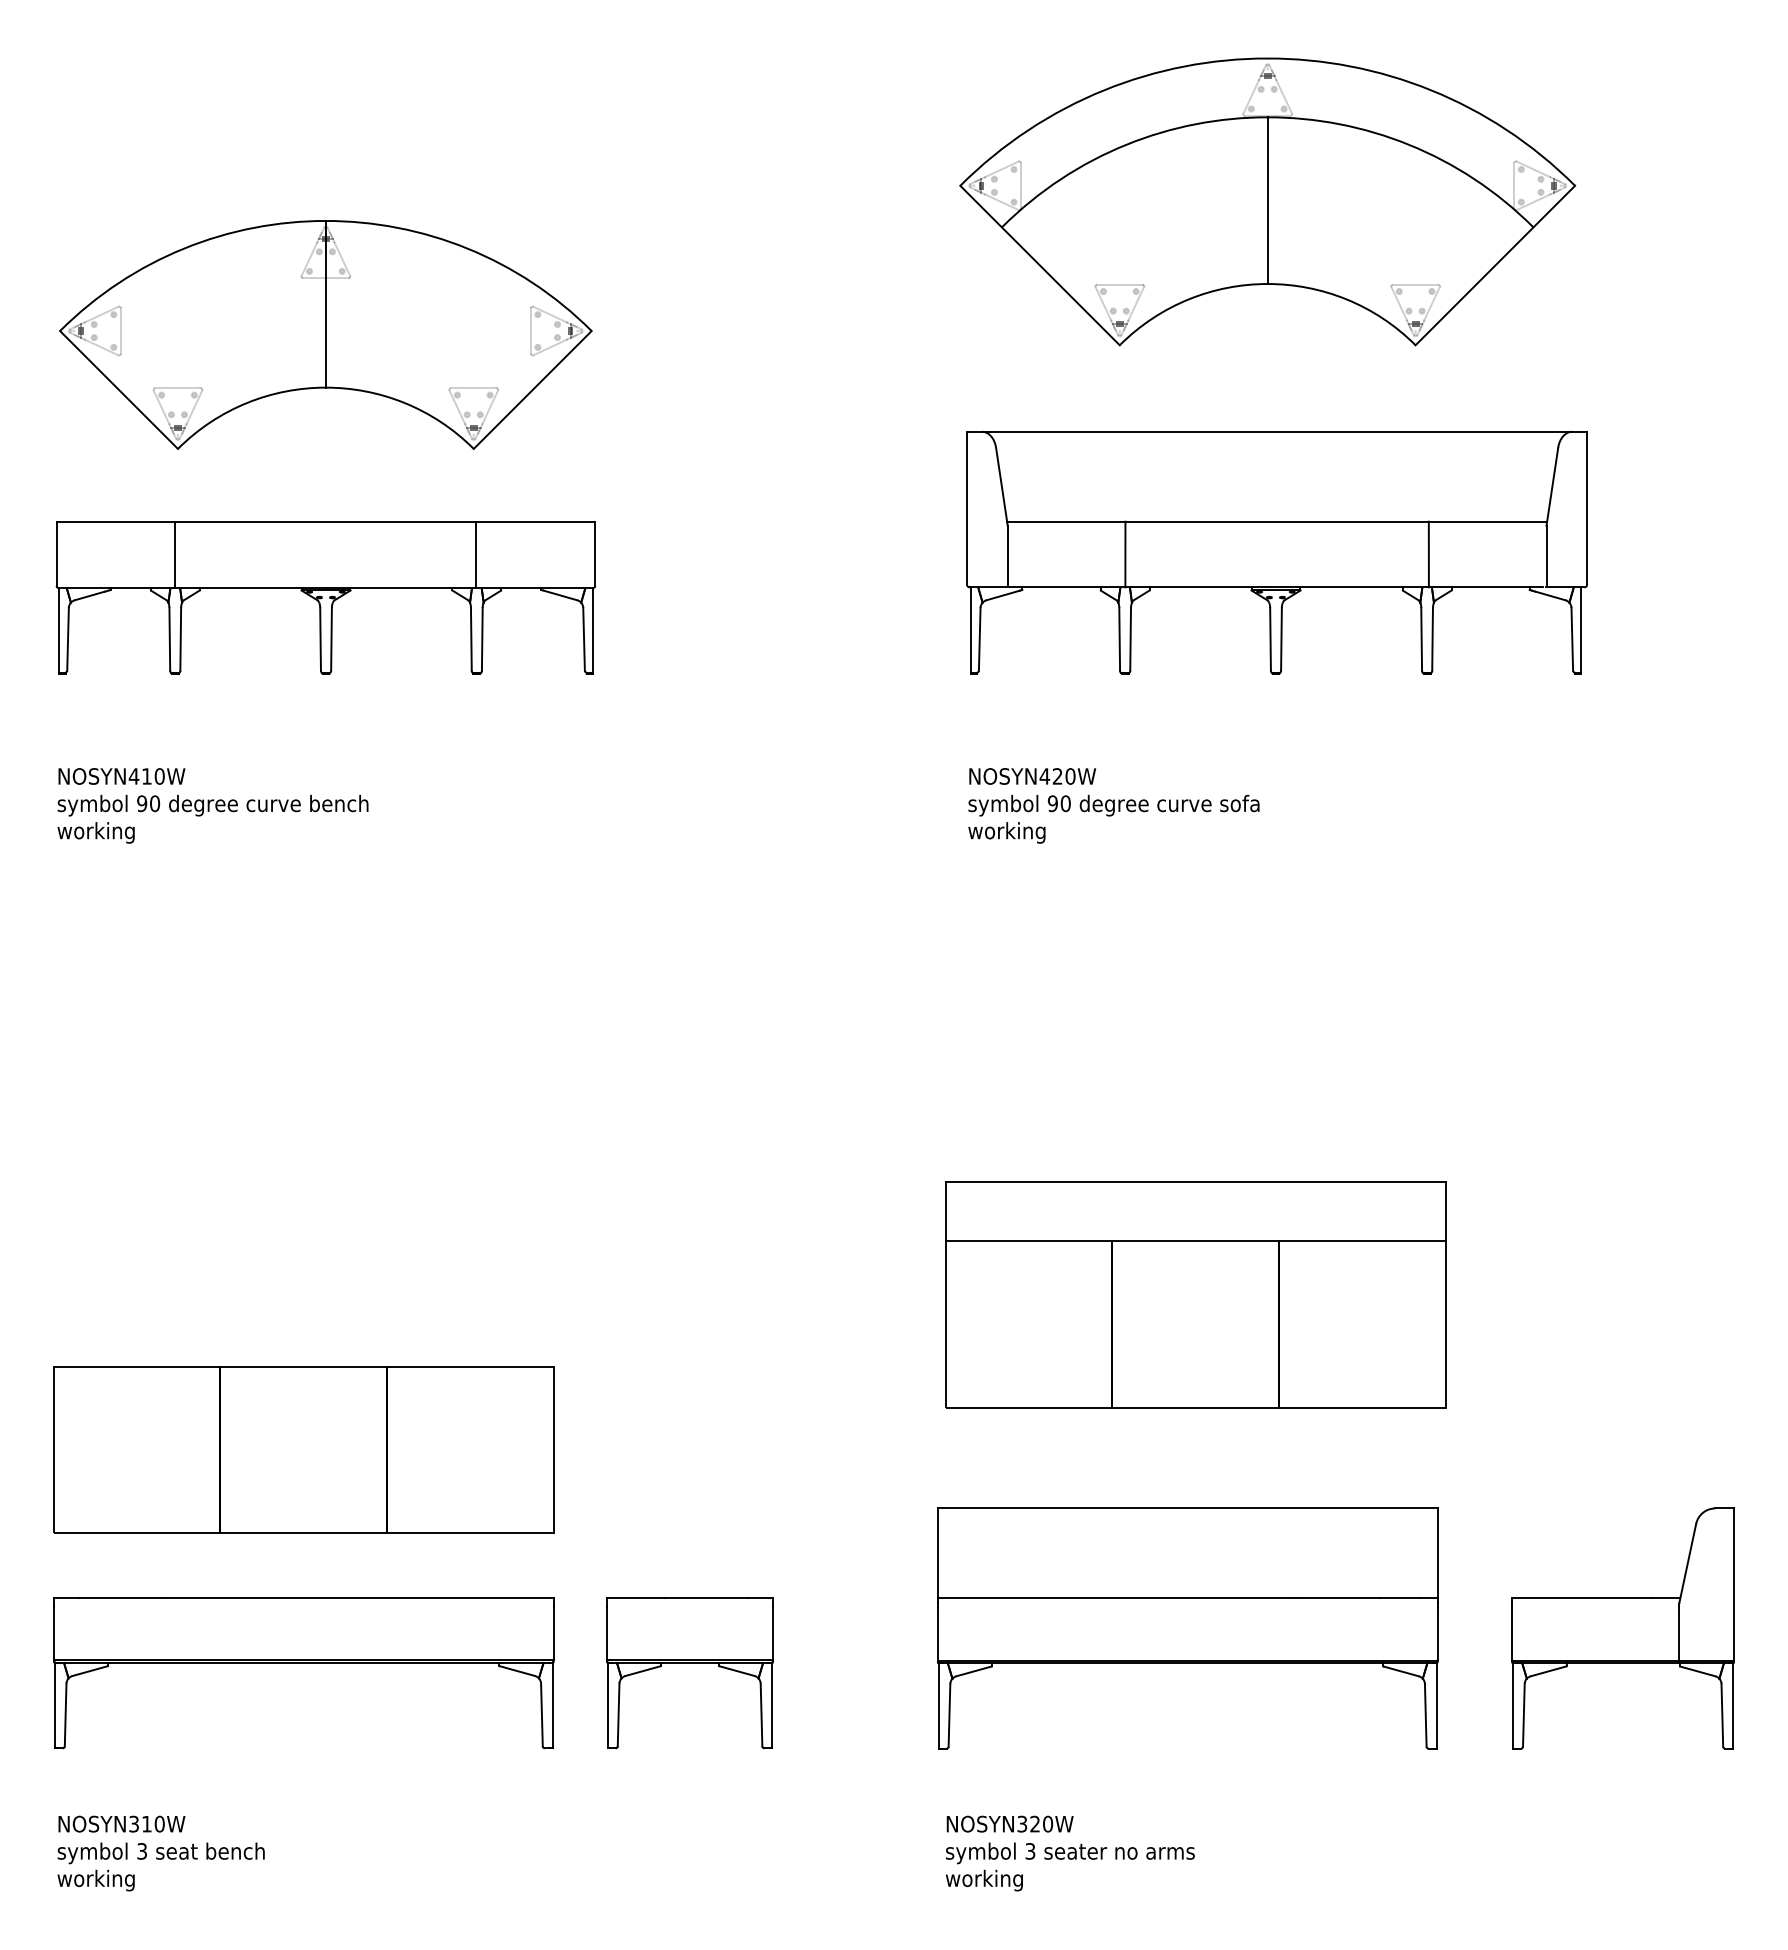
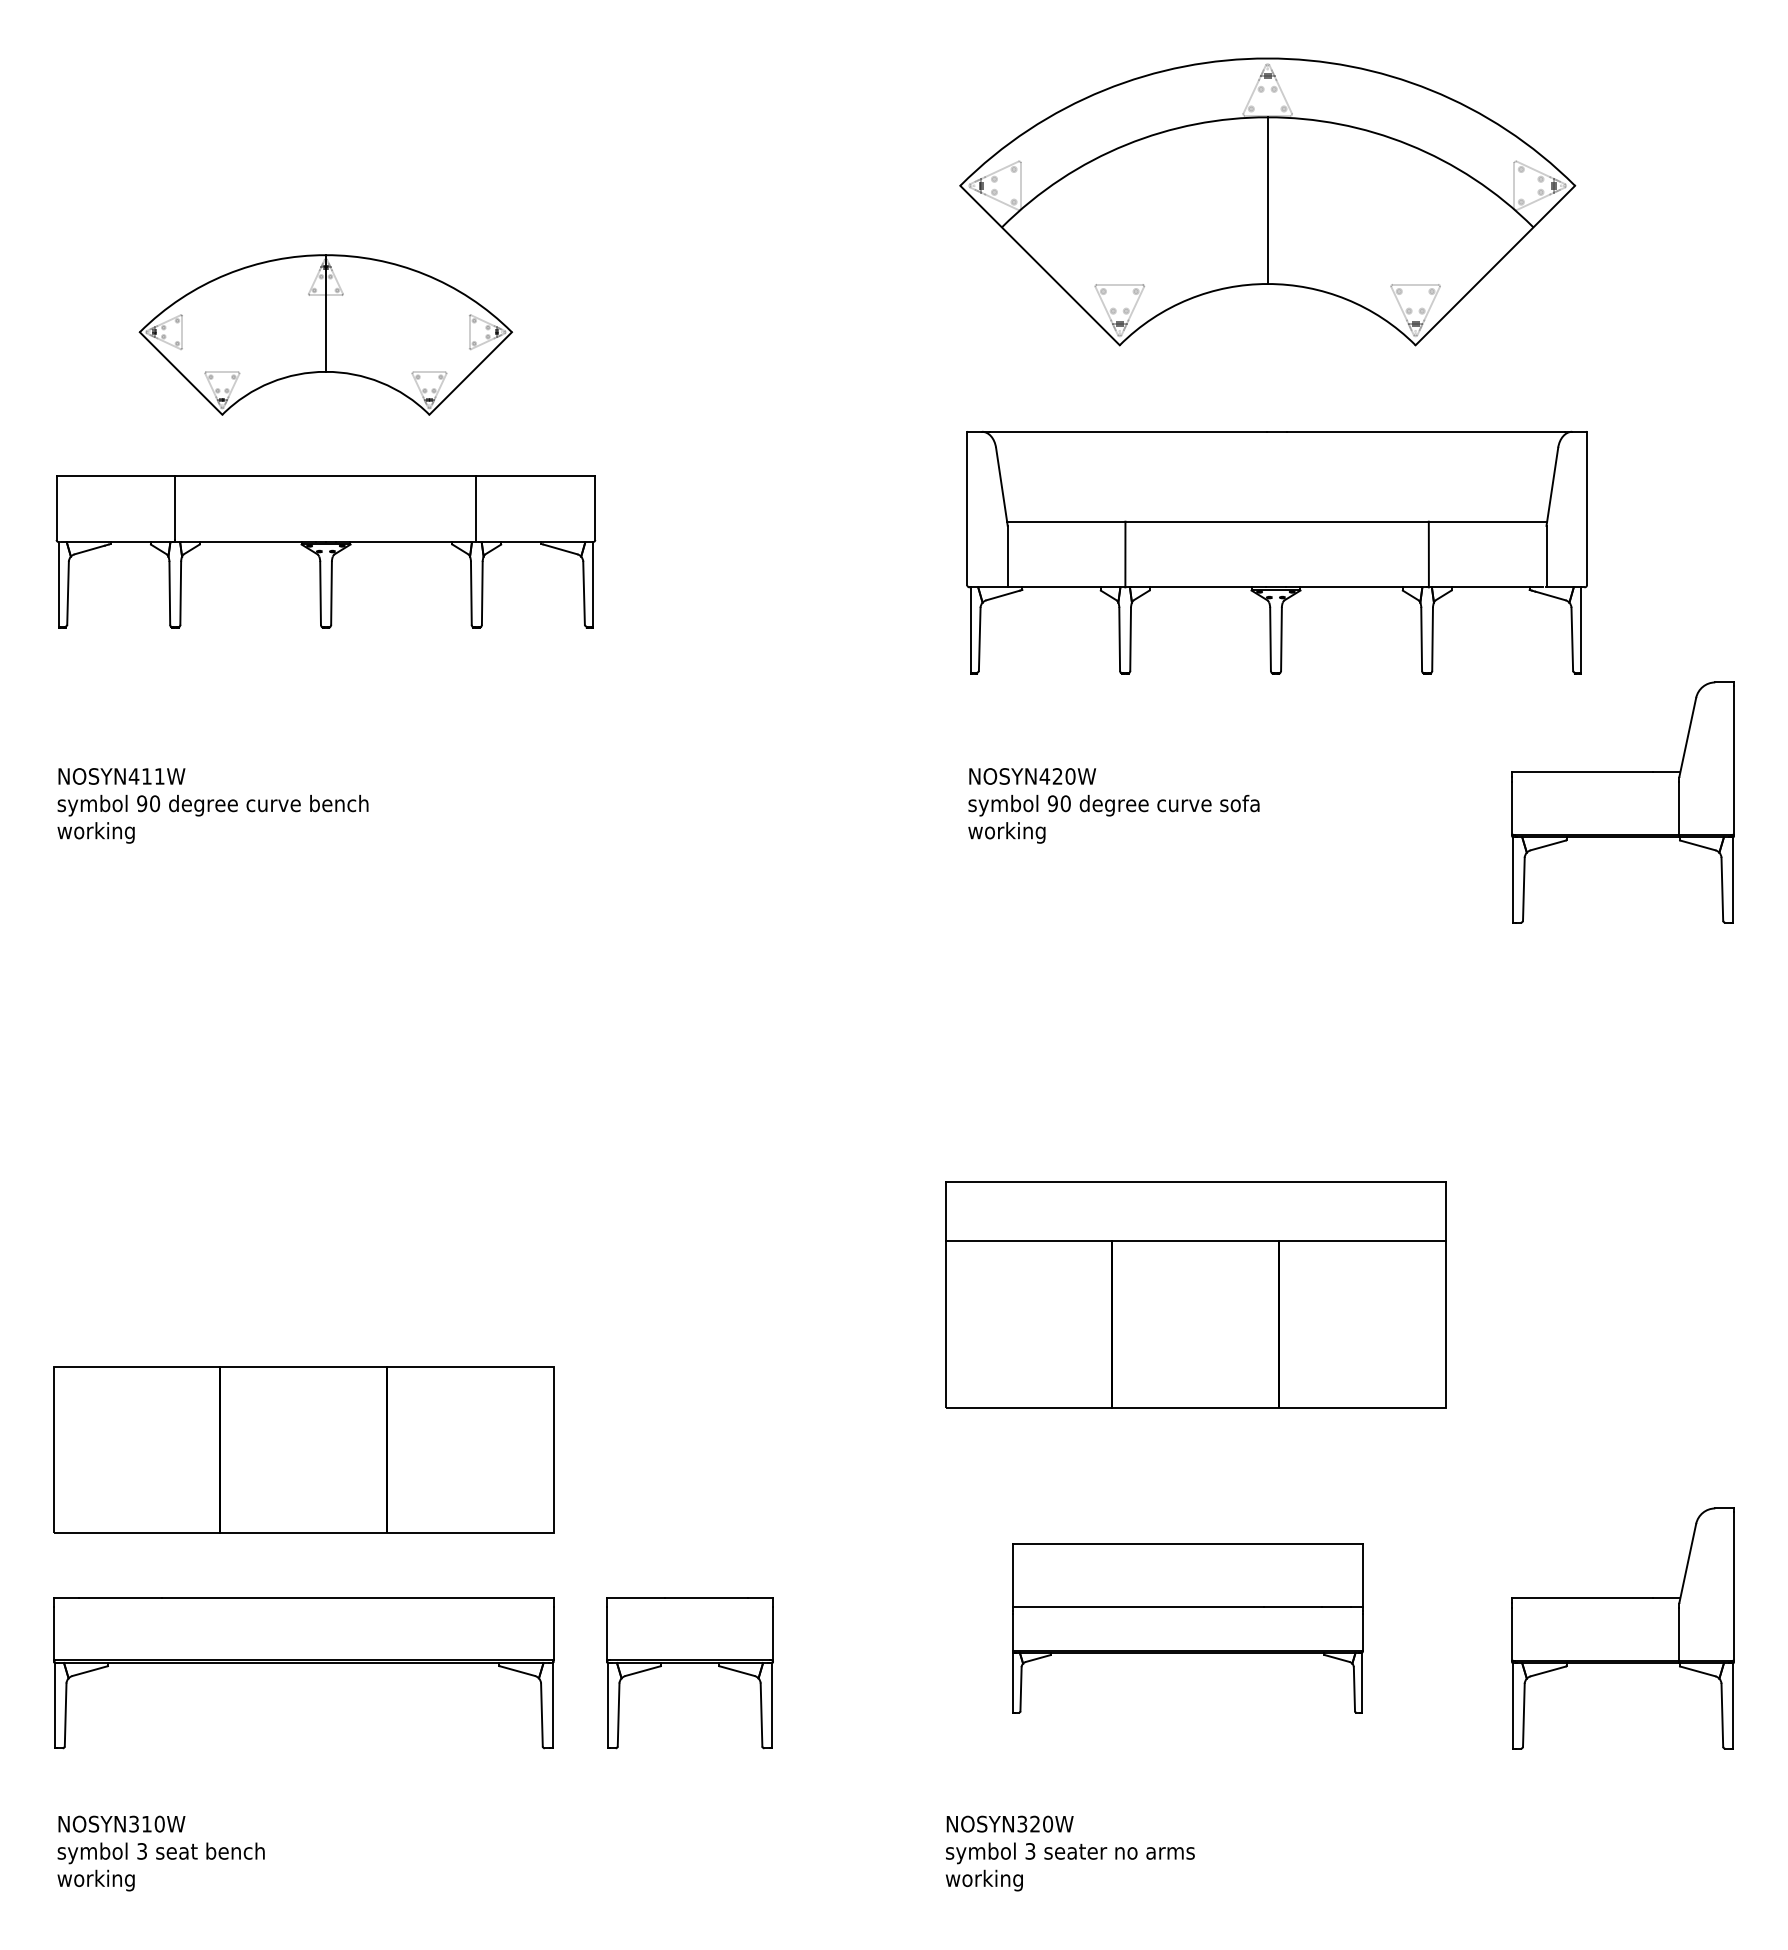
part at (325, 334) size: 534x230 px -> 375x162 px
part at (325, 597) position: (325, 597) -> (325, 551)
text at (159, 776): NOSYN410W -> NOSYN411W
part at (1622, 802): none -> present
part at (1187, 1628) size: 502x243 px -> 352x171 px
